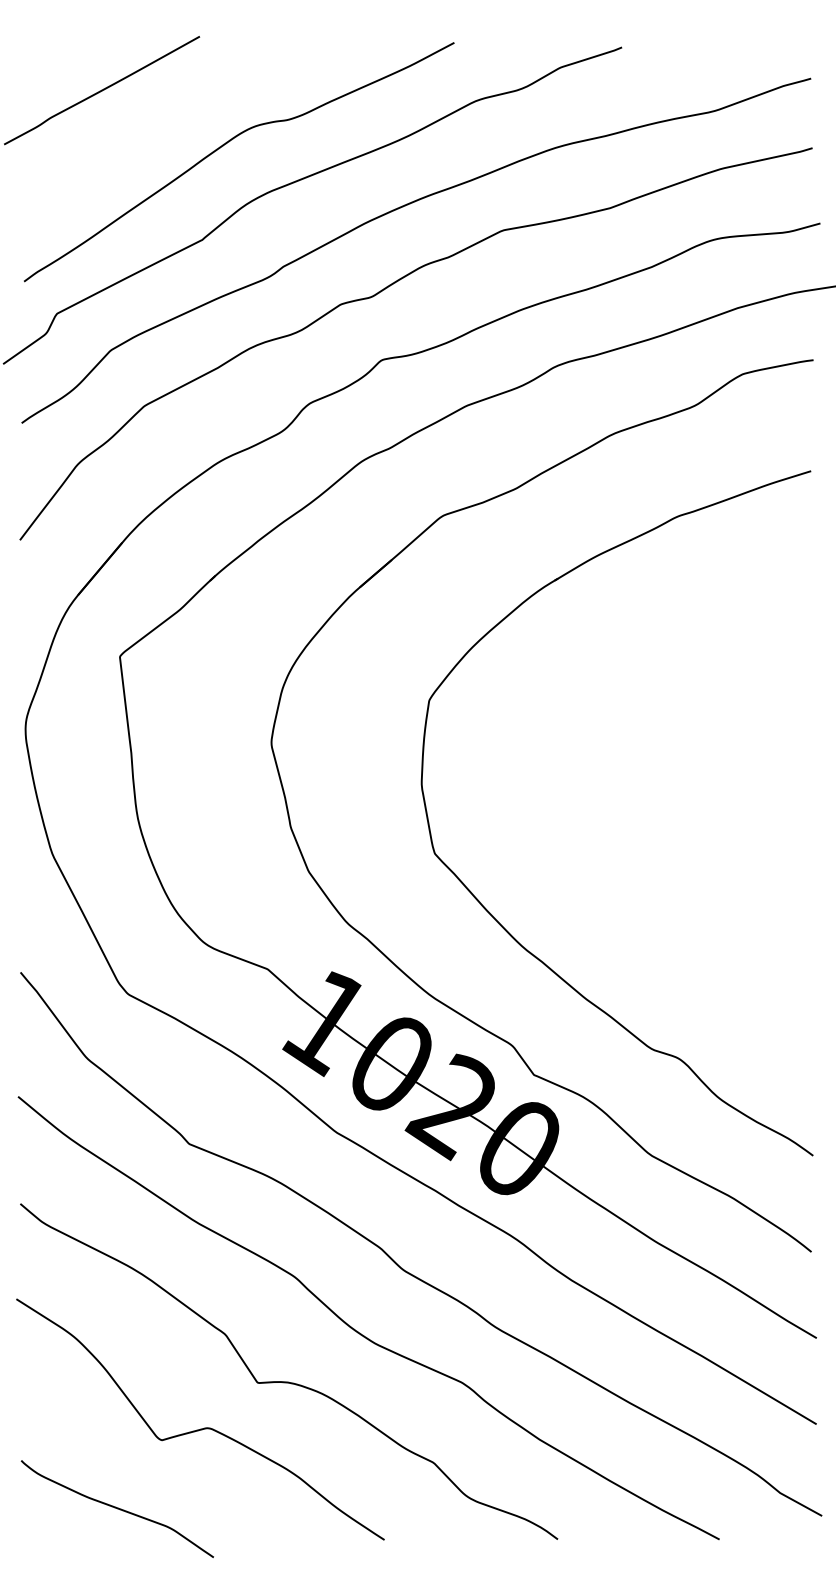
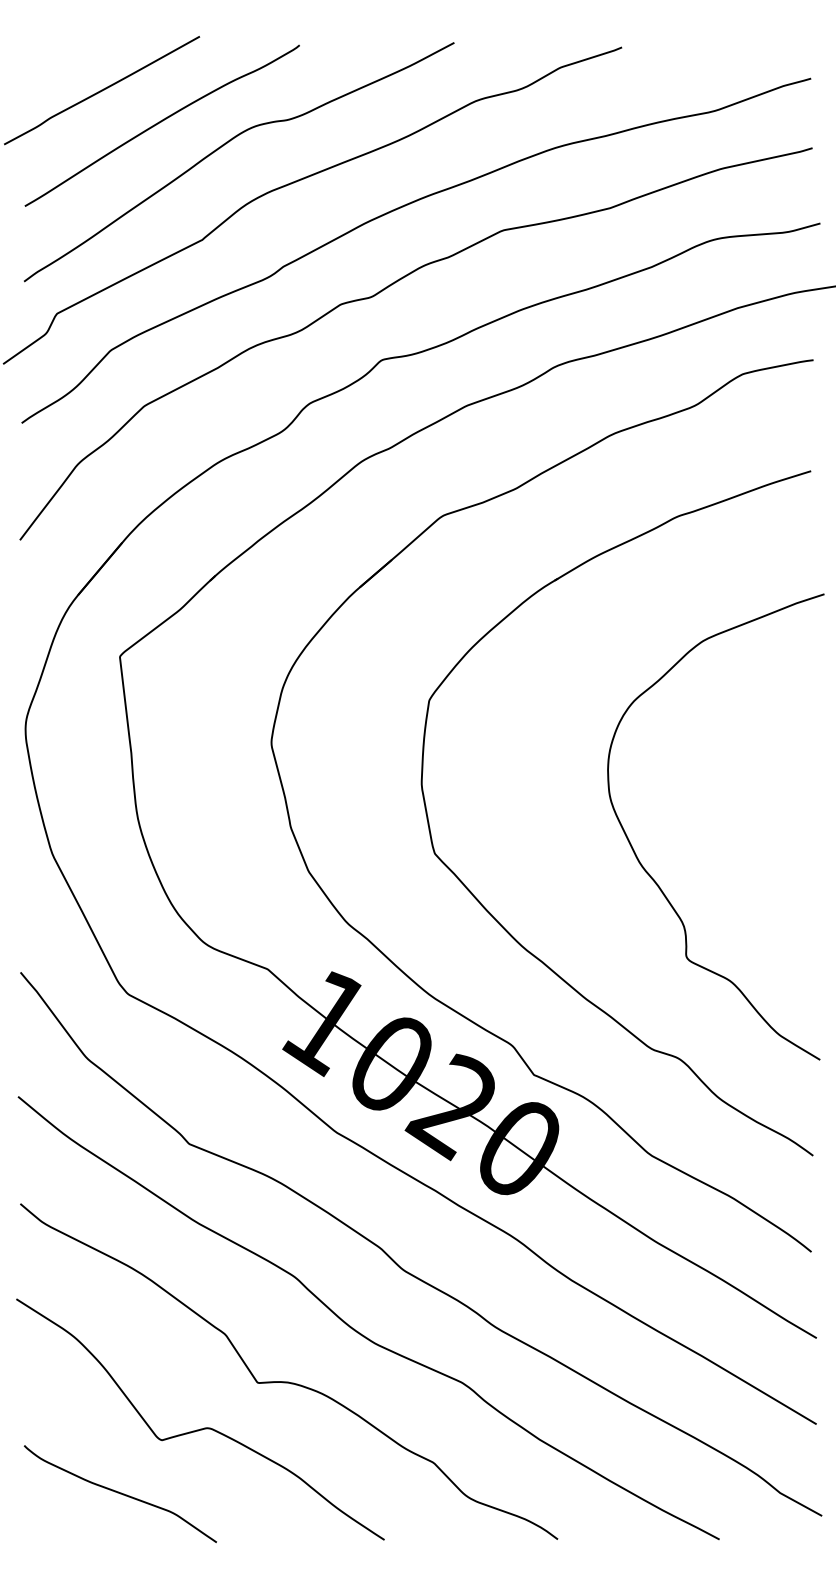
curve at (159, 123): none -> present
curve at (655, 880): none -> present
curve at (116, 1508) position: (116, 1508) -> (119, 1493)
